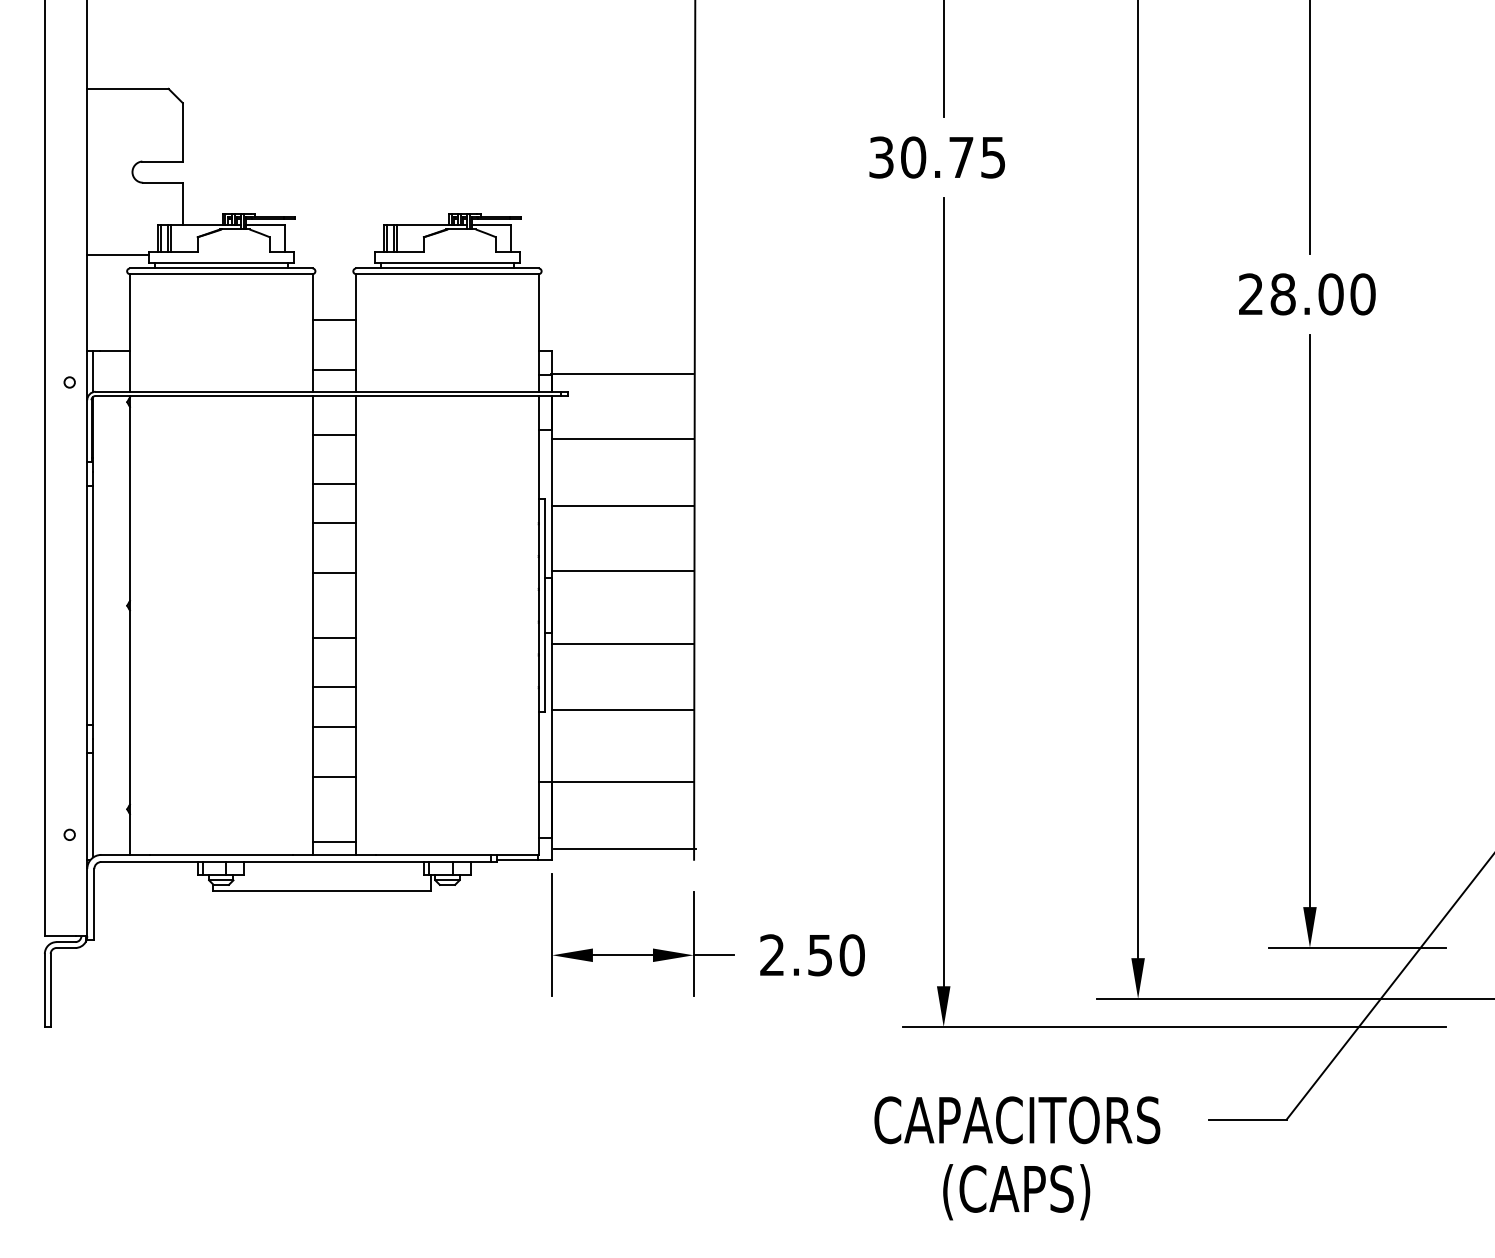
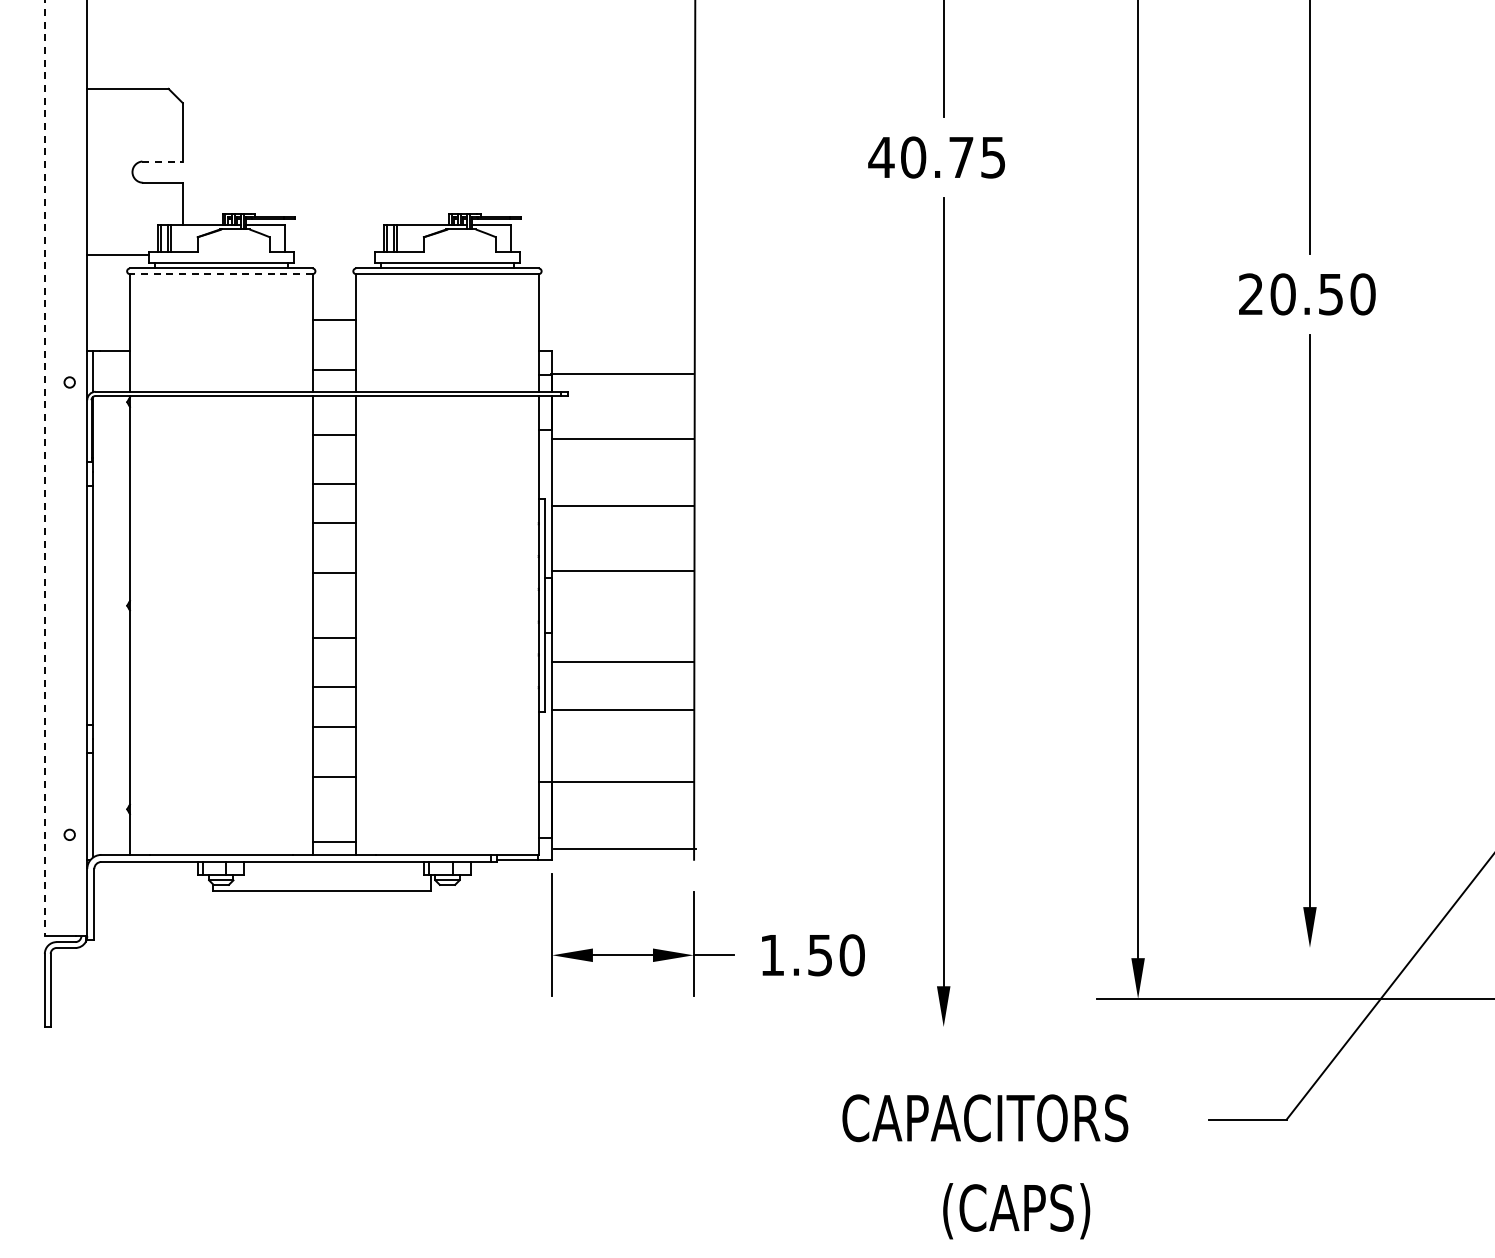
text at (881, 157): 30.75 -> 40.75
line at (163, 161): solid -> dashed
line at (220, 274): solid -> dashed
text at (1306, 294): 28.00 -> 20.50
line at (44, 468): solid -> dashed
line at (623, 644) position: (623, 644) -> (623, 662)
line at (1357, 947): present -> none
text at (771, 954): 2.50 -> 1.50
line at (1173, 1027): present -> none
text at (1017, 1120) position: (1017, 1120) -> (985, 1118)
text at (1016, 1192) position: (1016, 1192) -> (1016, 1211)
